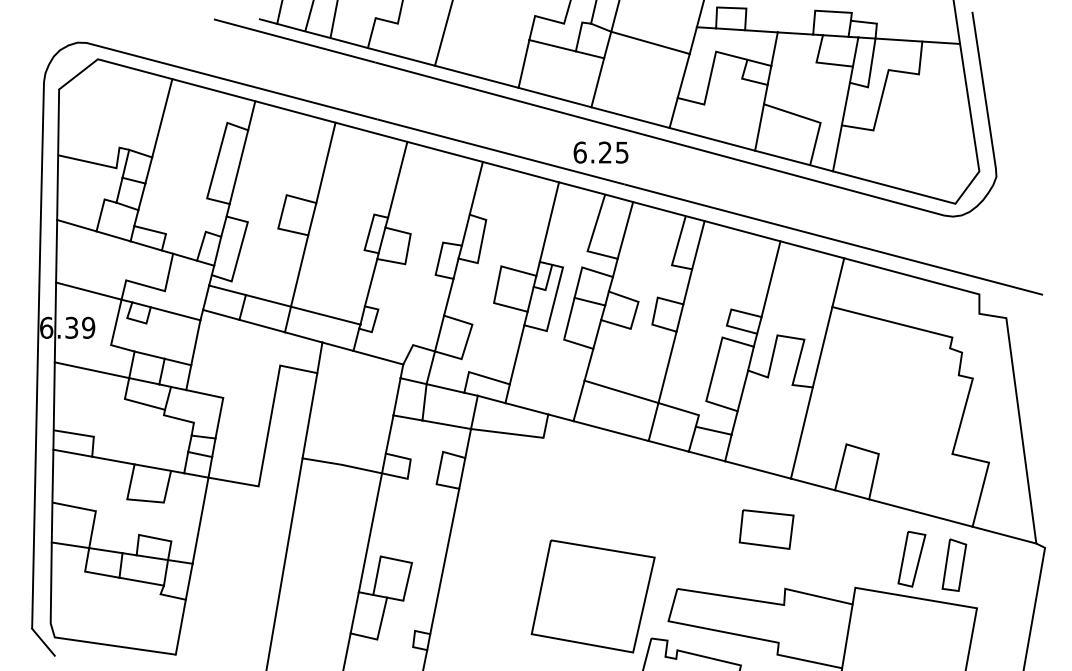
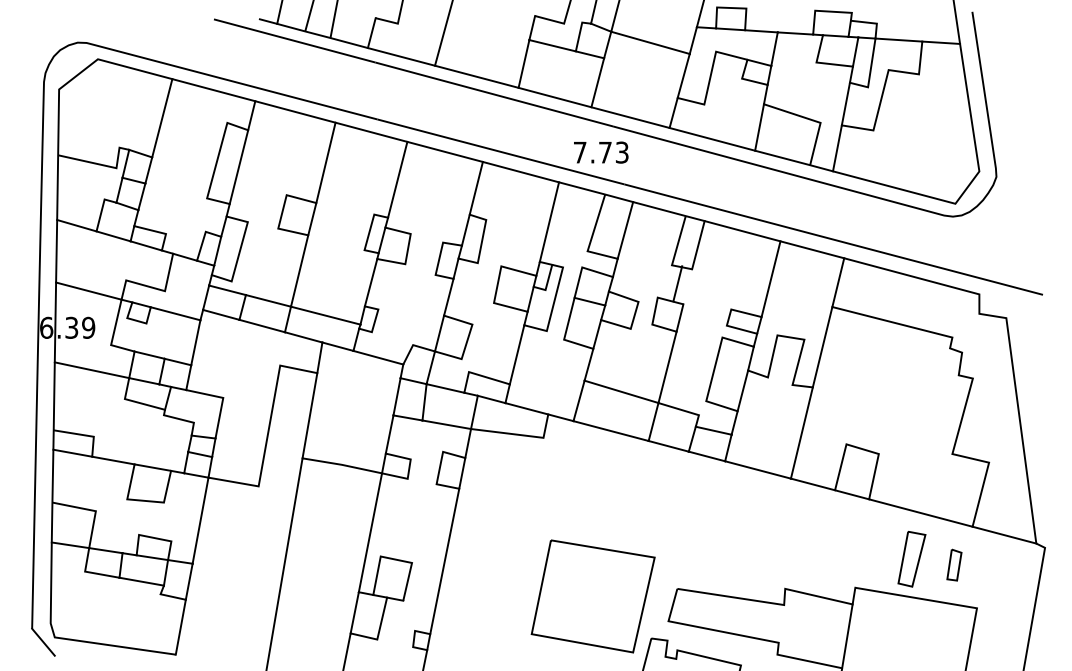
text at (600, 152): 6.25 -> 7.73
line at (687, 286) position: (687, 286) -> (677, 283)
part at (766, 529): present -> none
part at (954, 564) size: 27x54 px -> 17x34 px
